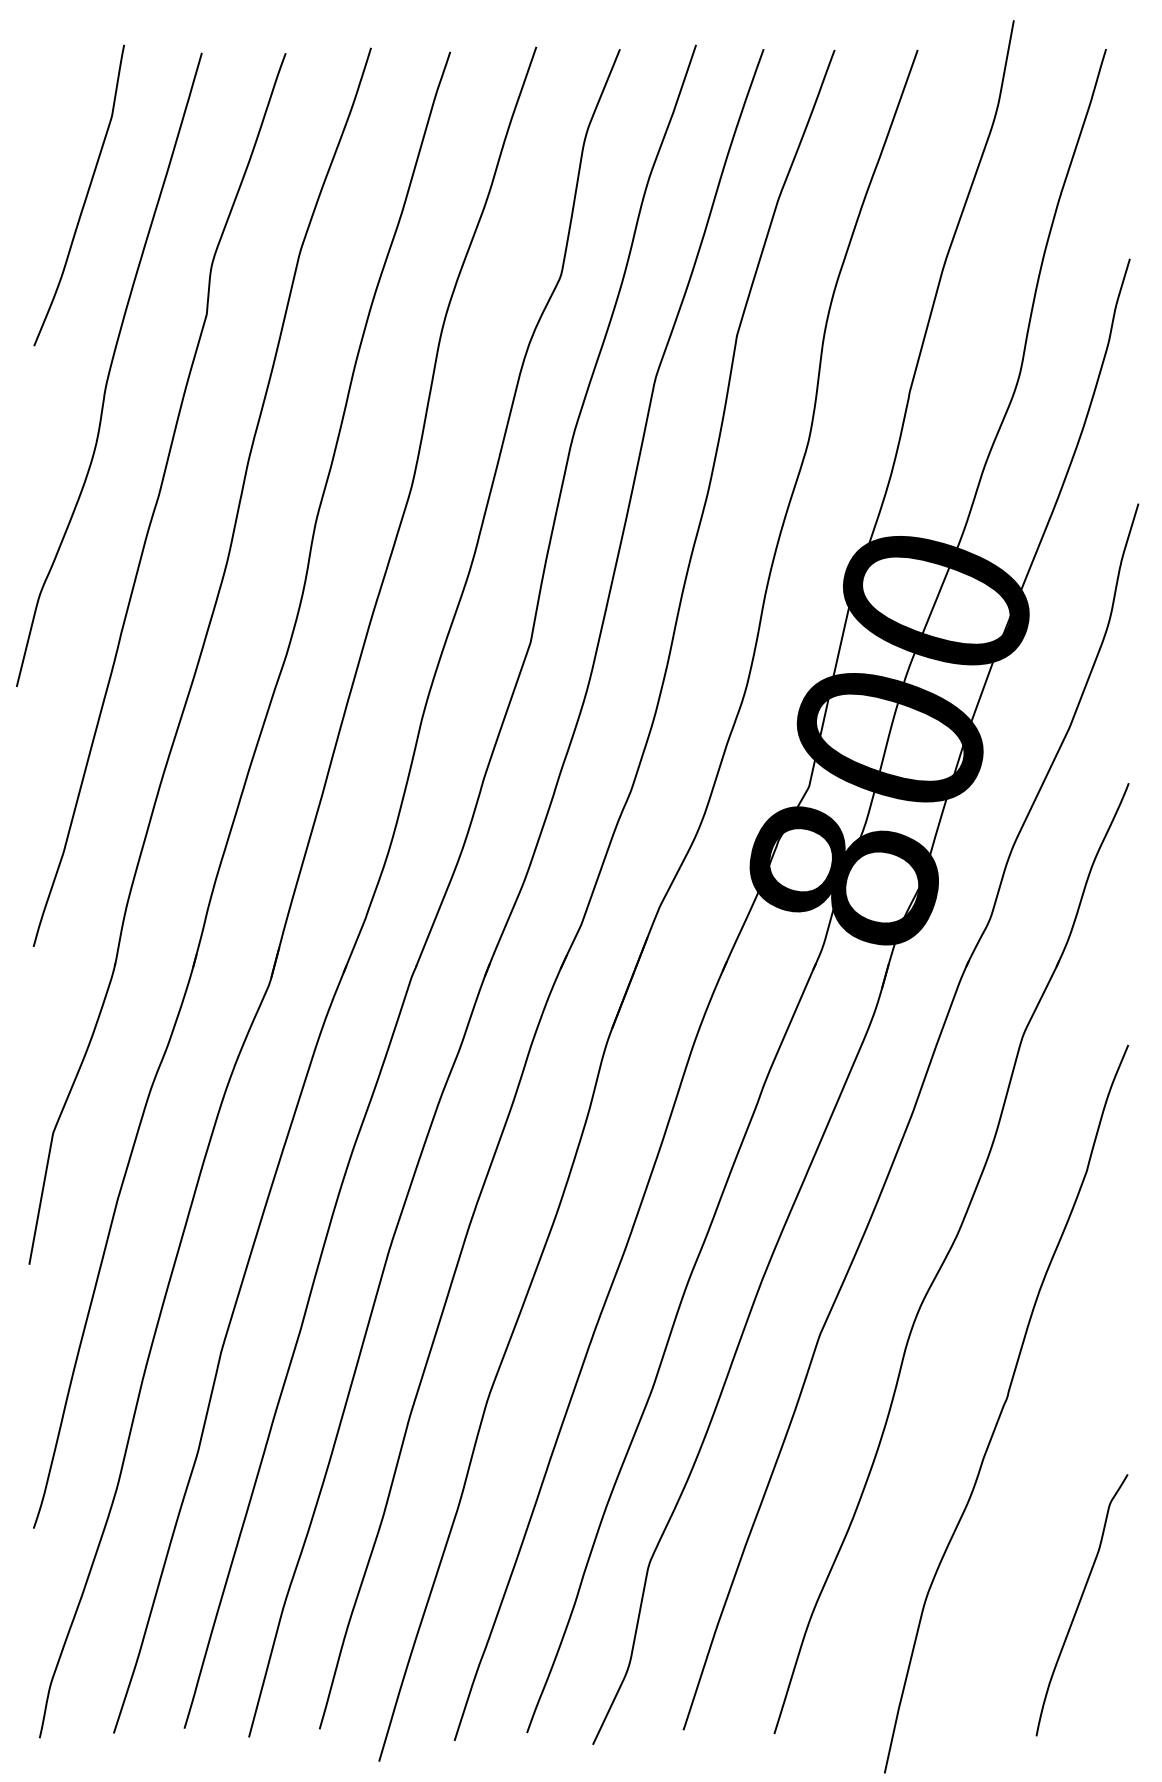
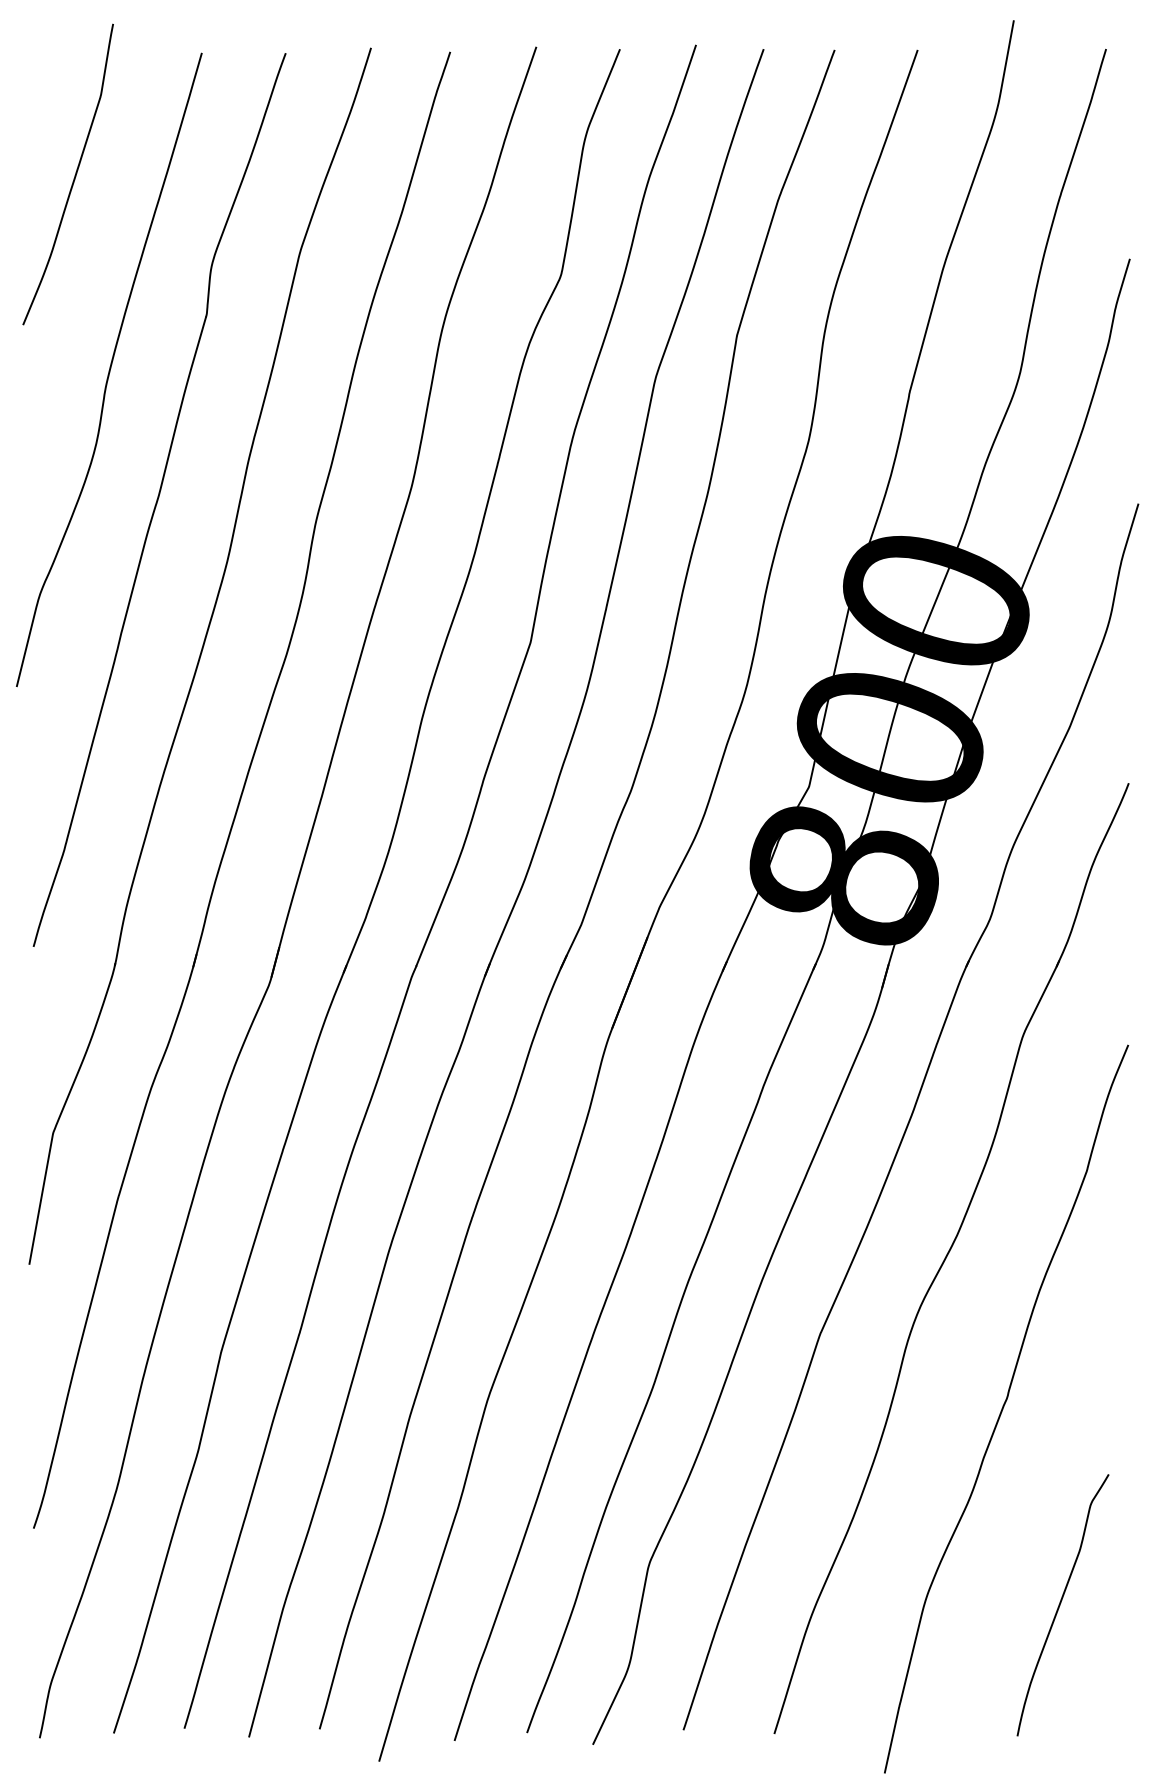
curve at (85, 196) position: (85, 196) -> (74, 175)
curve at (1079, 1605) position: (1079, 1605) -> (1060, 1605)
